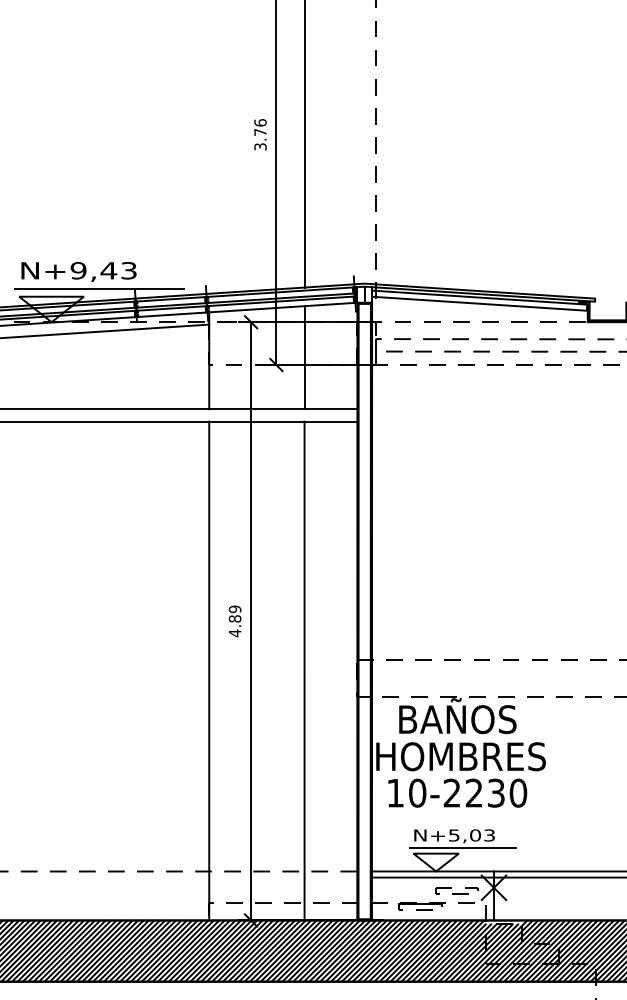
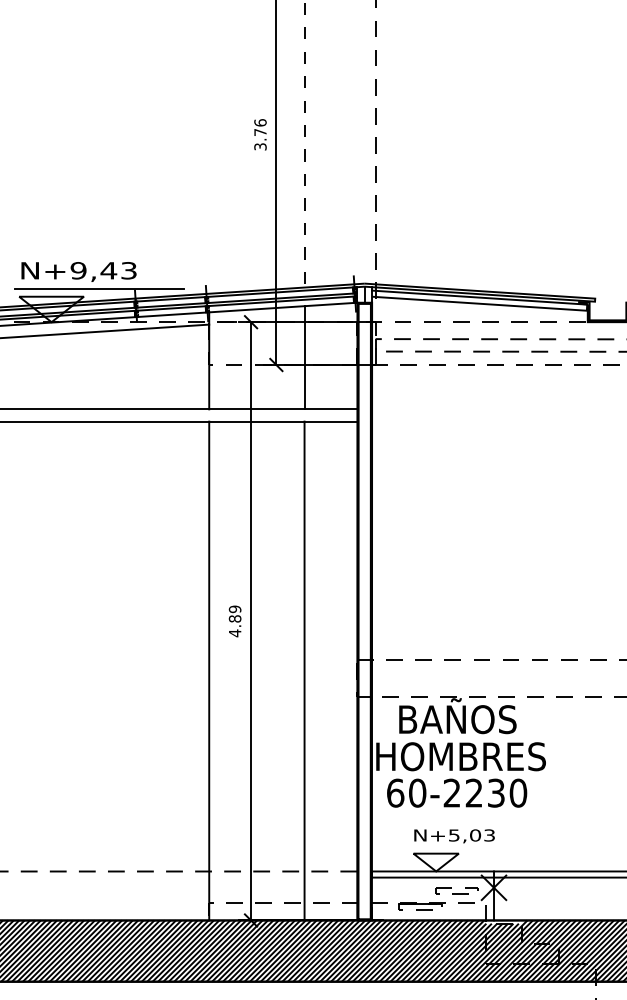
line at (304, 144): solid -> dashed
text at (395, 792): 10-2230 -> 60-2230
line at (463, 848): present -> none
